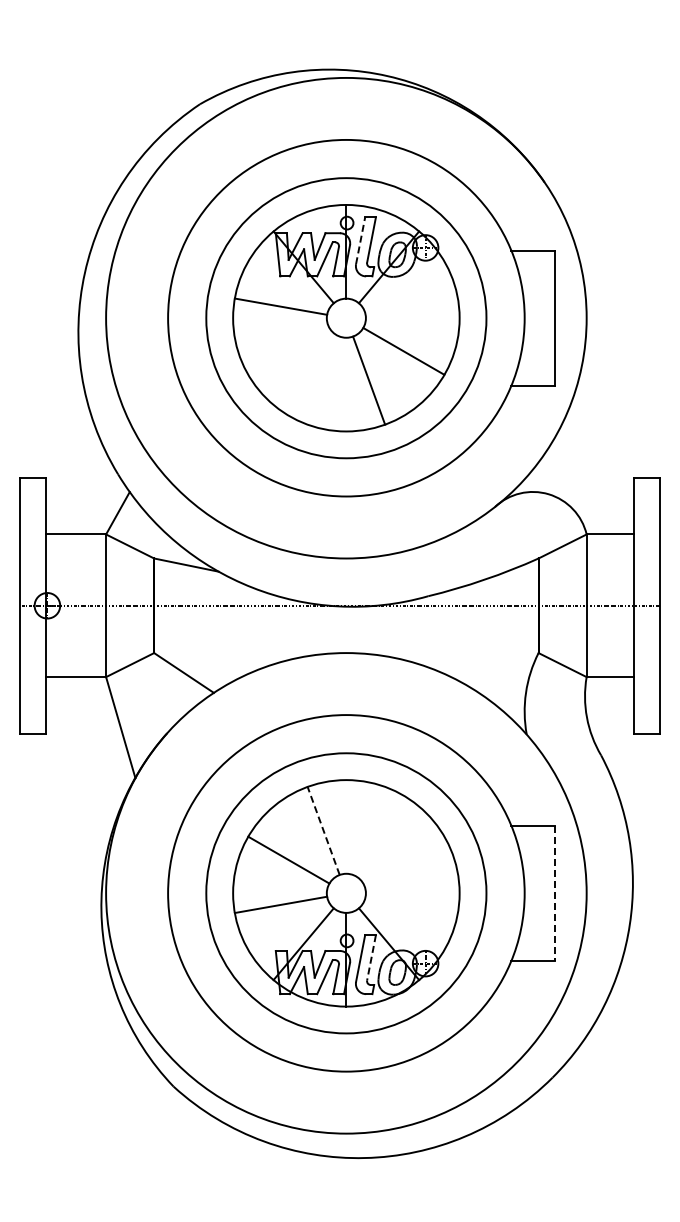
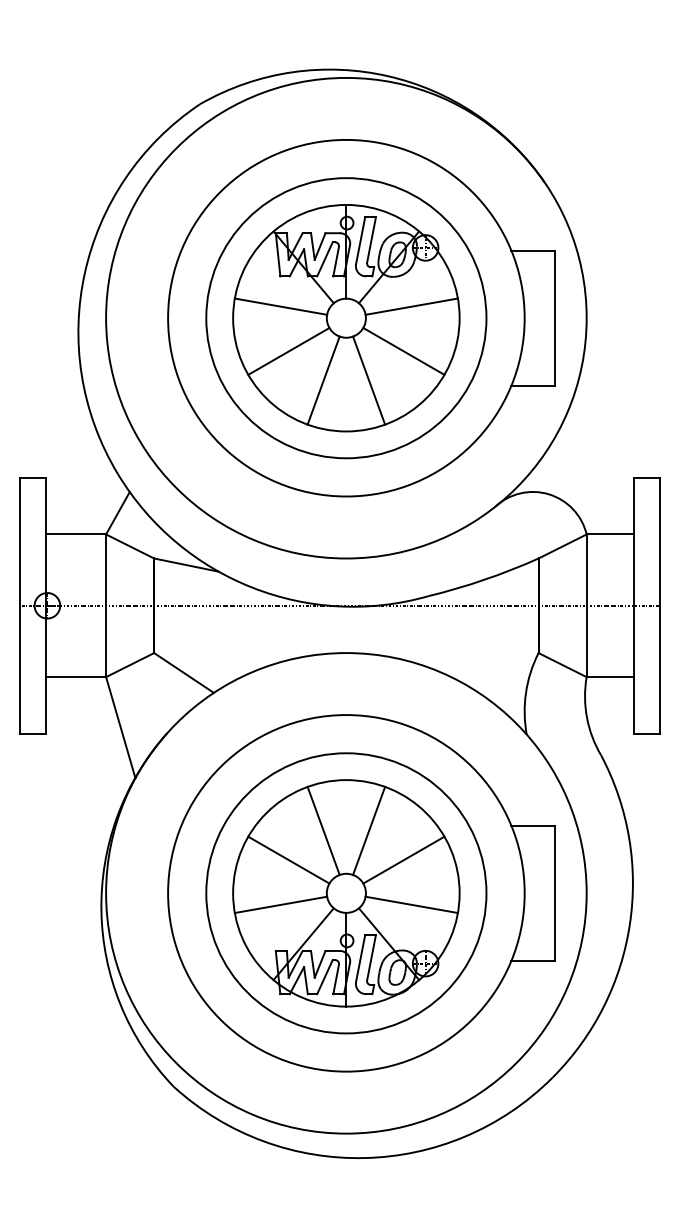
line at (360, 240): dashed -> solid
line at (411, 306): none -> present
line at (288, 351): none -> present
line at (323, 380): none -> present
line at (323, 830): dashed -> solid
line at (369, 830): none -> present
line at (403, 859): none -> present
line at (554, 893): dashed -> solid
line at (411, 904): none -> present
line at (371, 958): dashed -> solid
